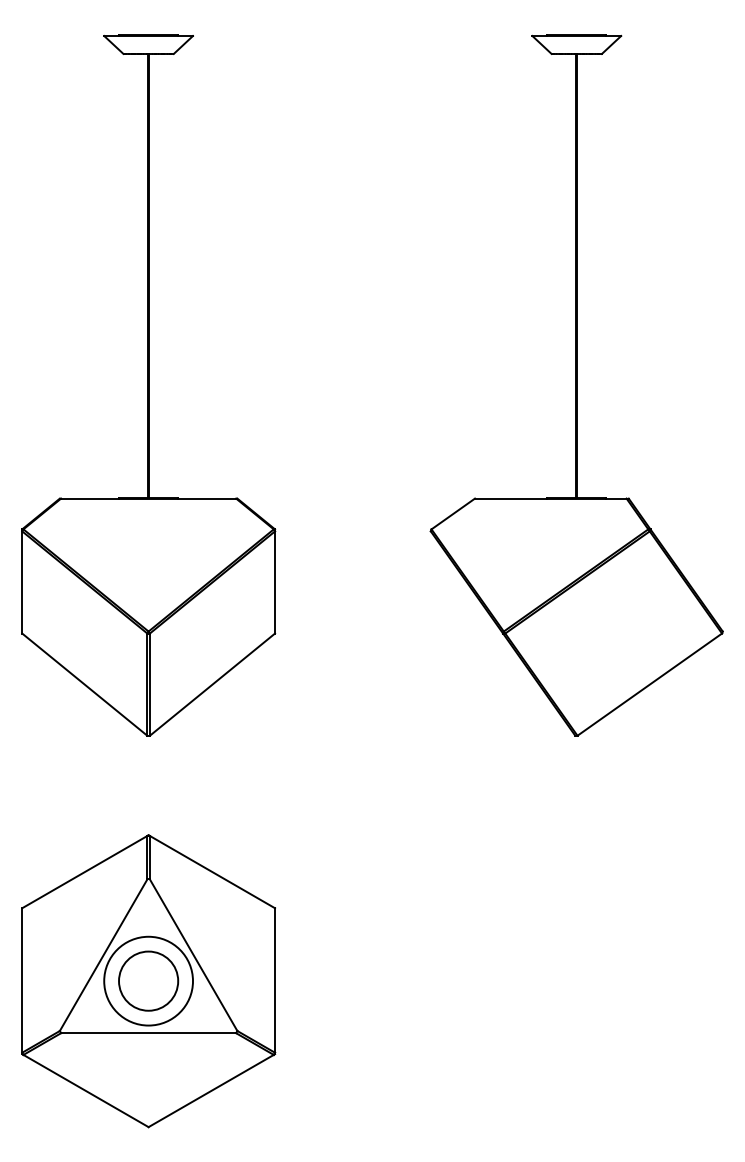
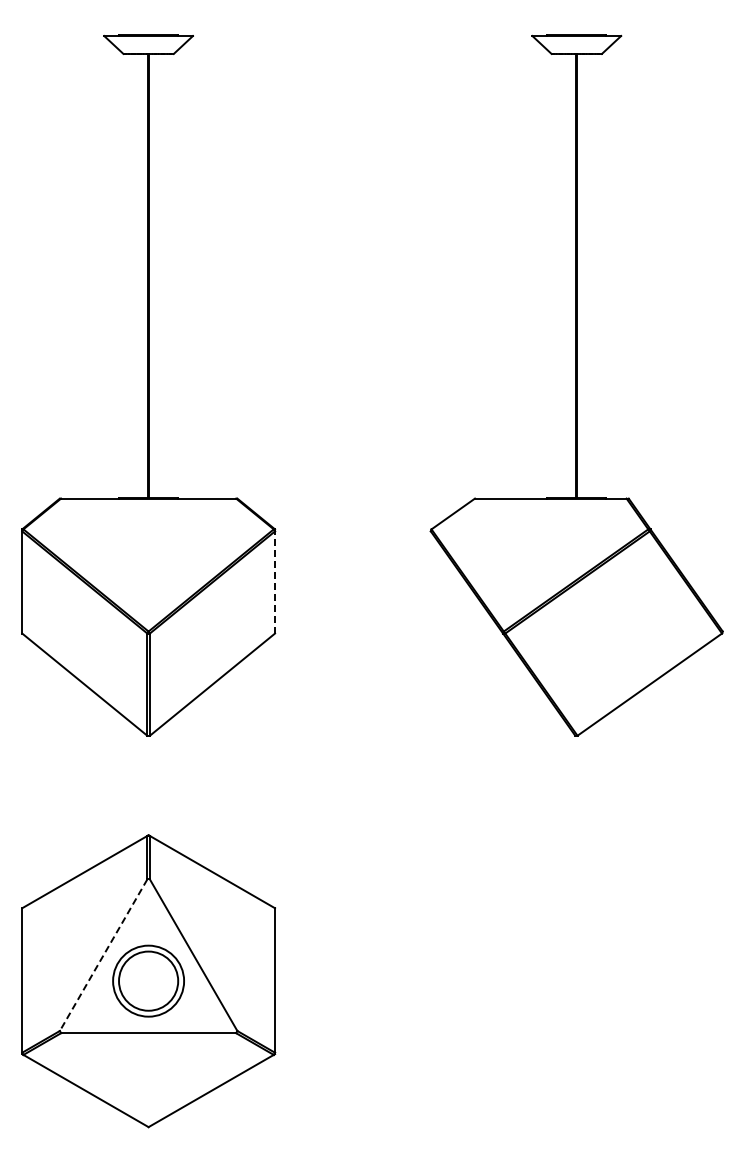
line at (275, 581): solid -> dashed
line at (103, 955): solid -> dashed
circle at (148, 980) diameter: 89 px -> 71 px
